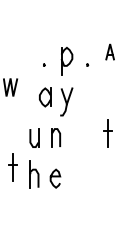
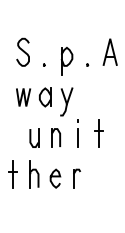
curve at (22, 51): none -> present
part at (109, 51) size: 10x18 px -> 16x28 px
line at (10, 86) position: (10, 86) -> (23, 96)
line at (77, 133): none -> present
part at (107, 133) position: (107, 133) -> (98, 133)
part at (12, 167) position: (12, 167) -> (12, 174)
part at (76, 178): none -> present
